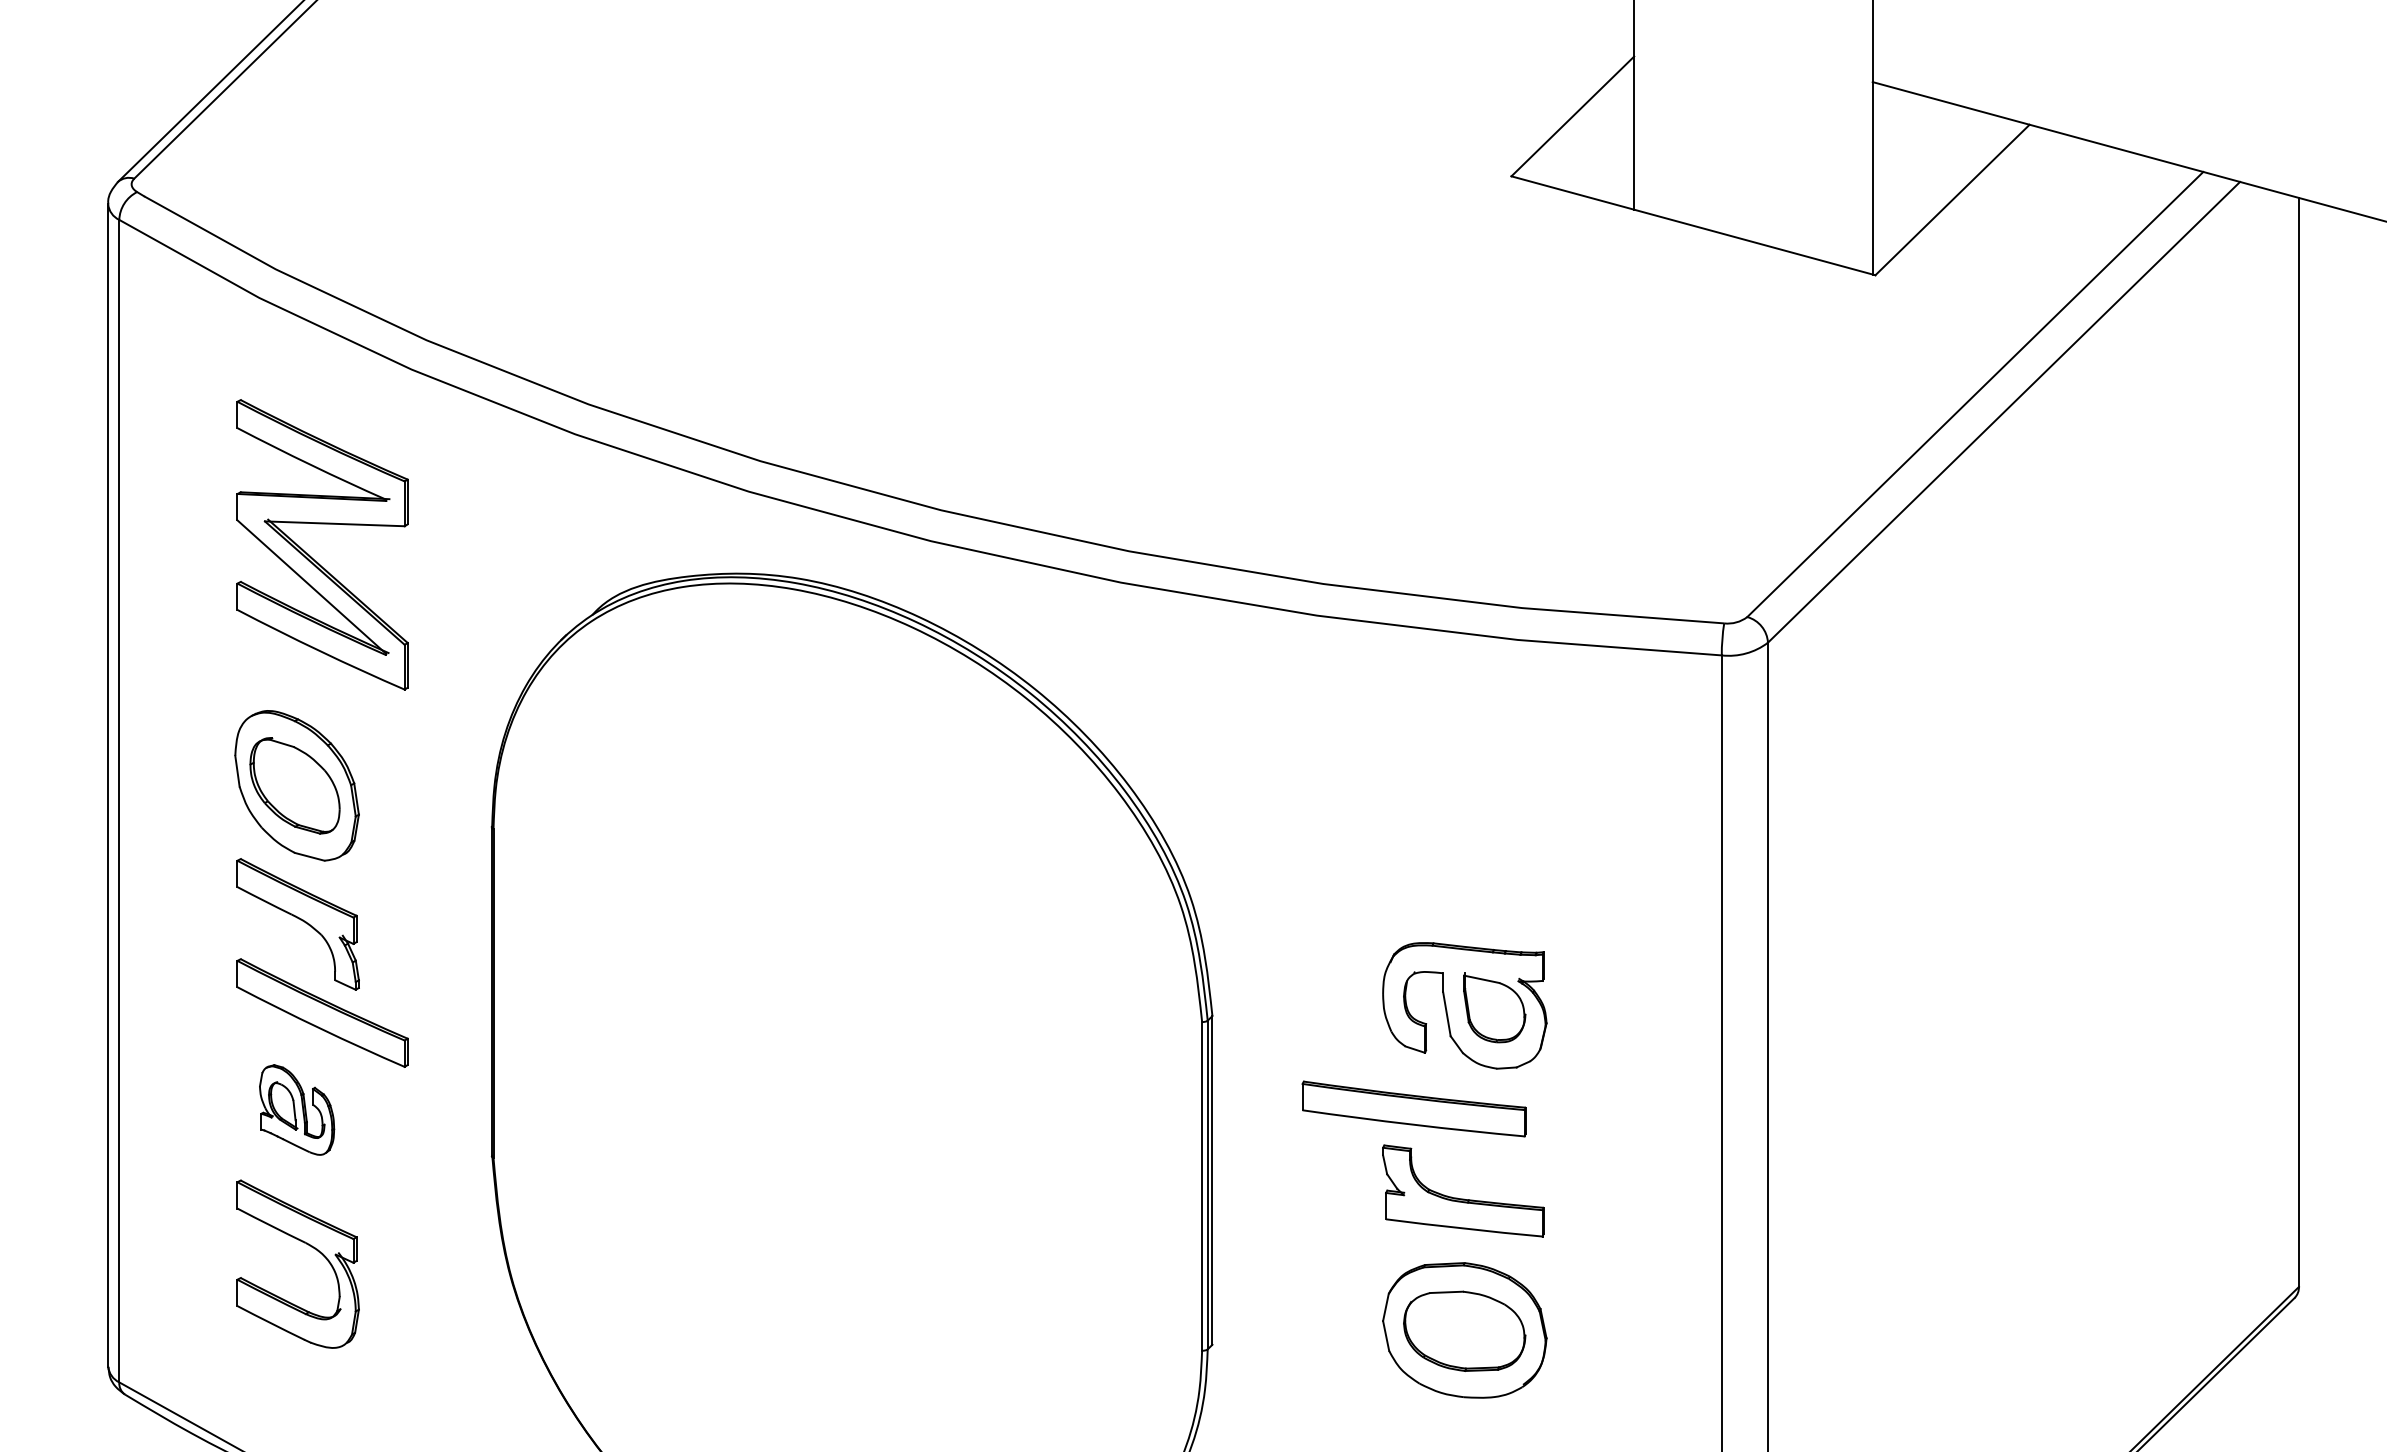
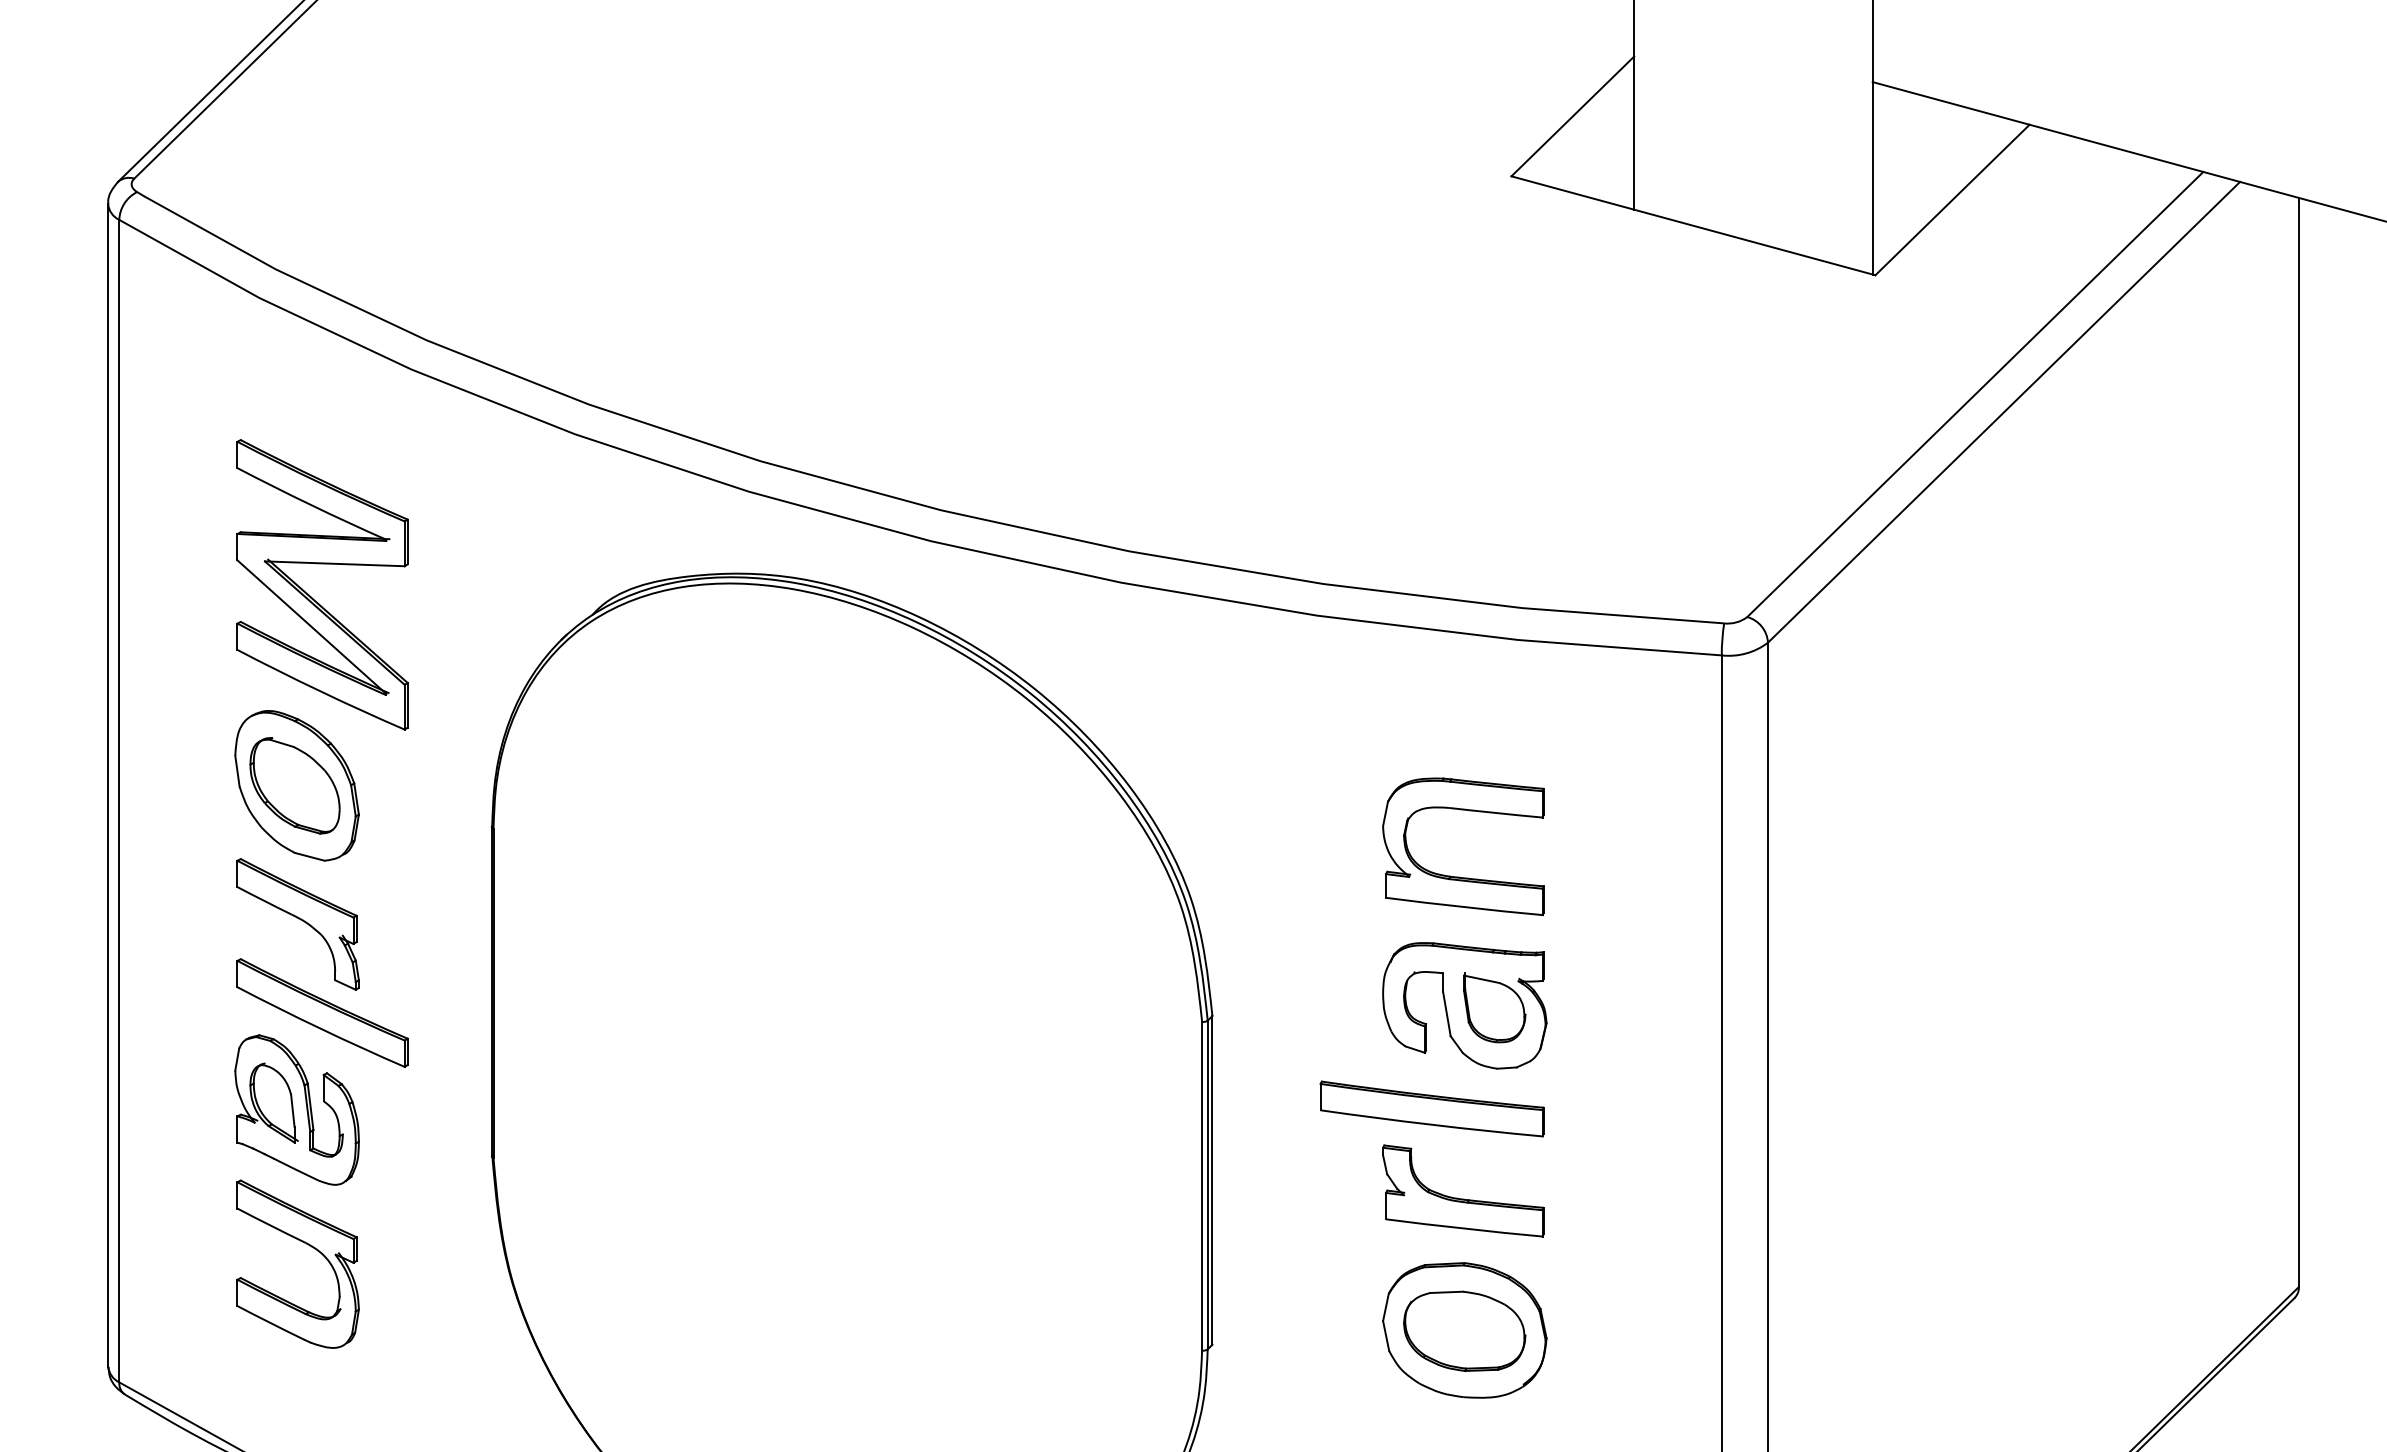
part at (310, 555) position: (310, 555) -> (310, 595)
part at (1459, 876): none -> present
part at (1413, 1108) position: (1413, 1108) -> (1431, 1108)
part at (297, 1109) size: 77x92 px -> 126x152 px
